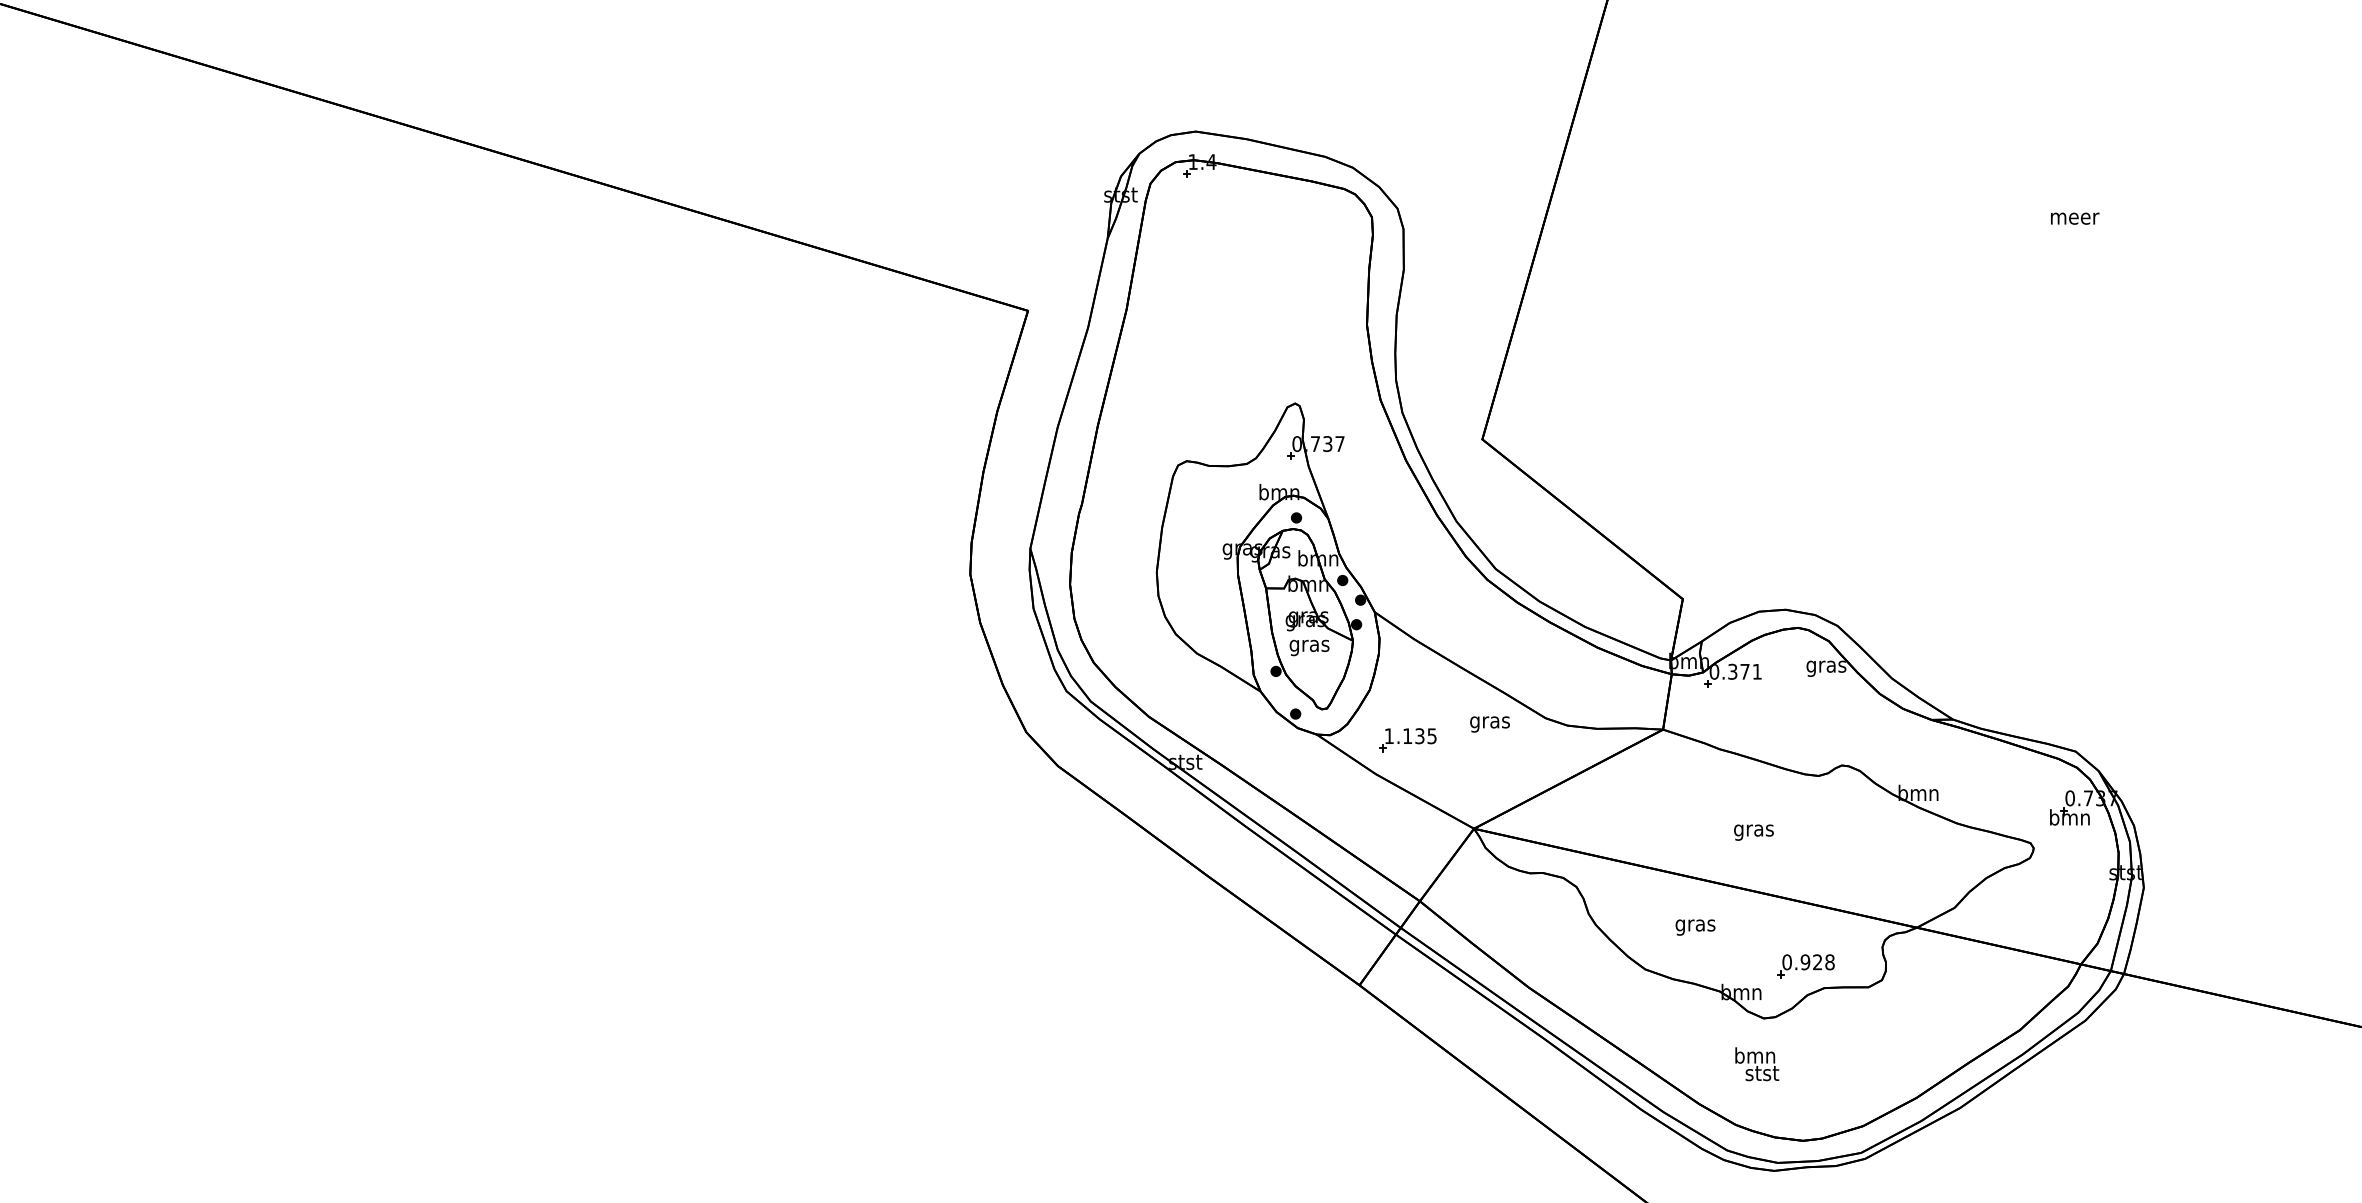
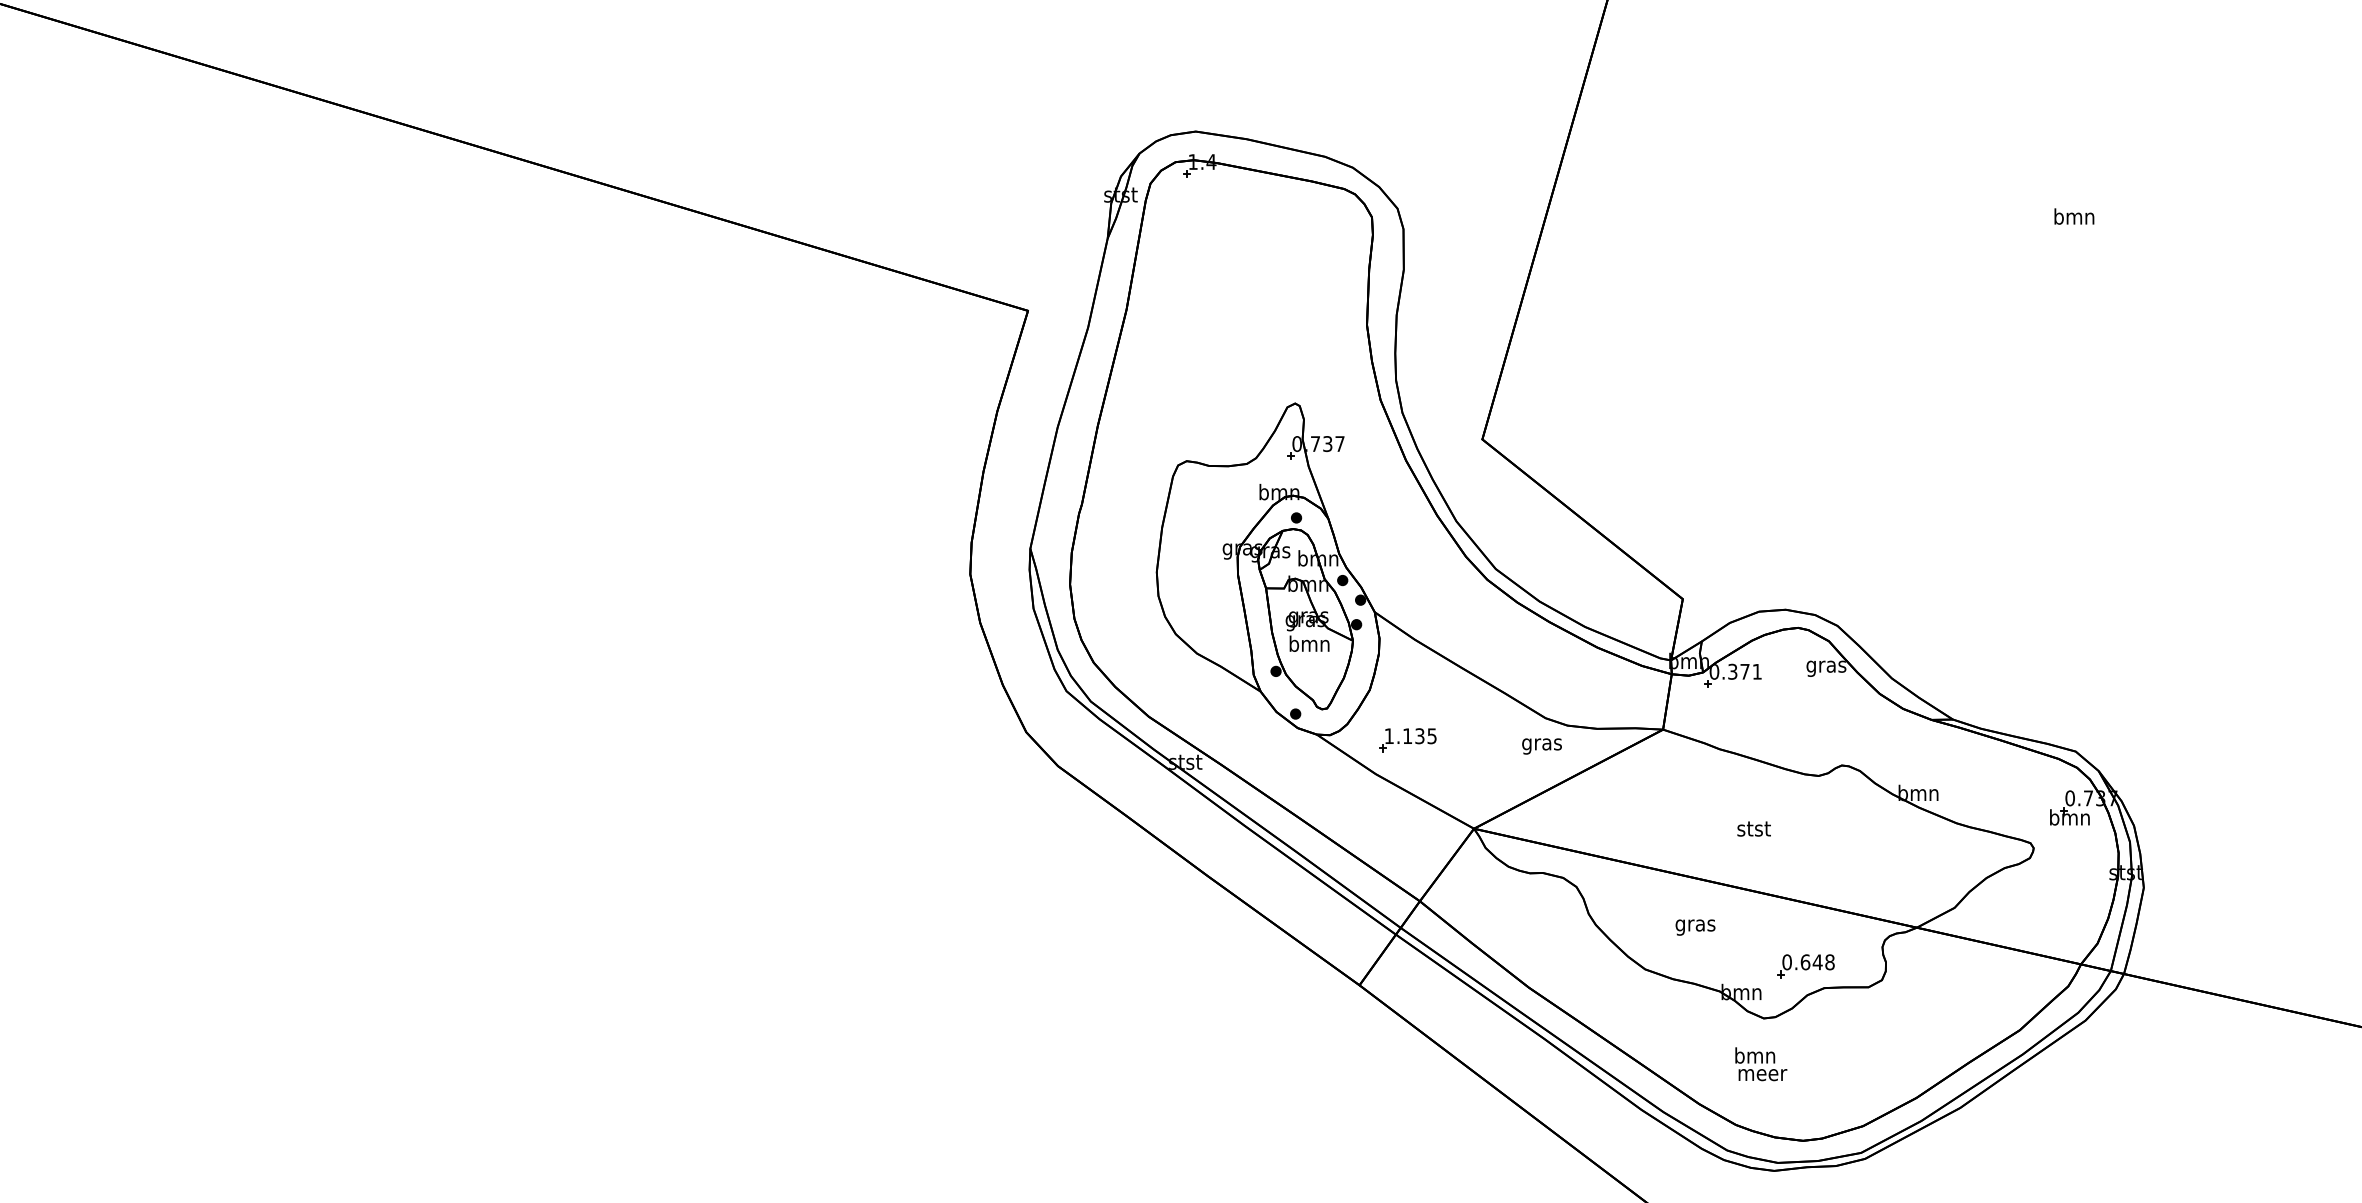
text at (2075, 216): meer -> bmn
text at (1309, 645): gras -> bmn
text at (1489, 724) position: (1489, 724) -> (1541, 746)
text at (1753, 830): gras -> stst
text at (1811, 962): 0.928 -> 0.648
text at (1762, 1073): stst -> meer
